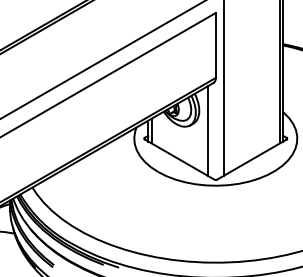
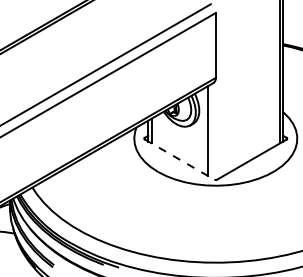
line at (102, 59) position: (102, 59) -> (106, 64)
line at (223, 88): present -> none
line at (180, 159): solid -> dashed
